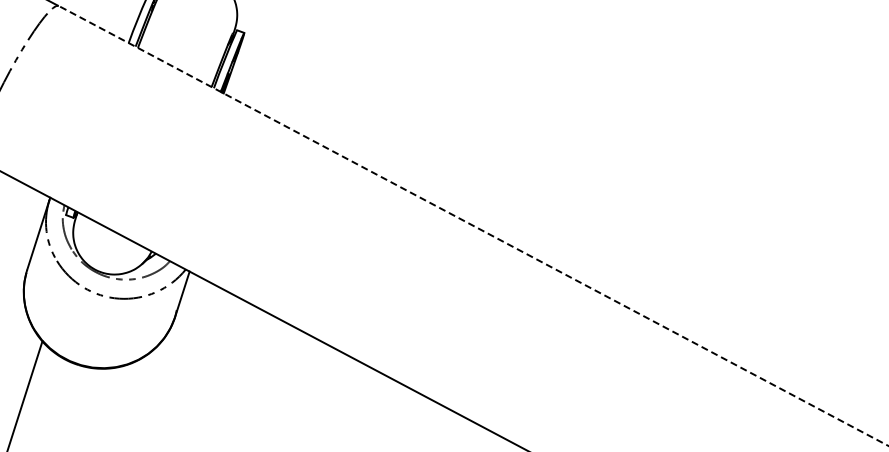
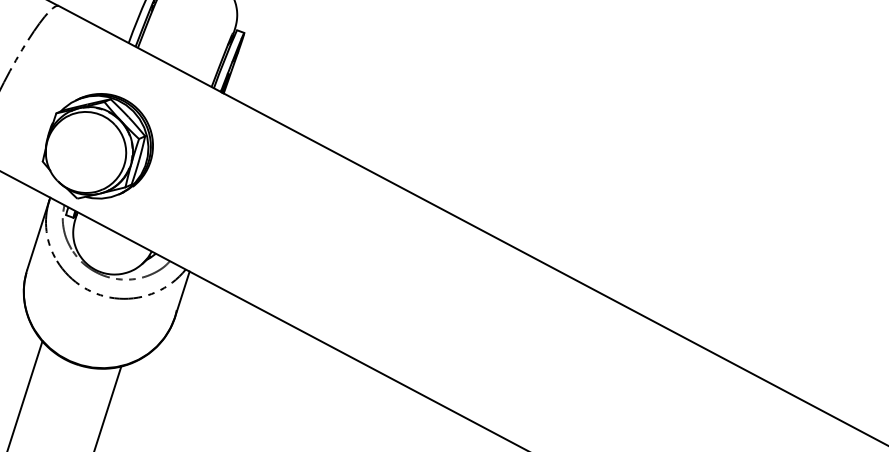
part at (97, 146): none -> present
line at (473, 226): dashed -> solid
line at (108, 407): none -> present
